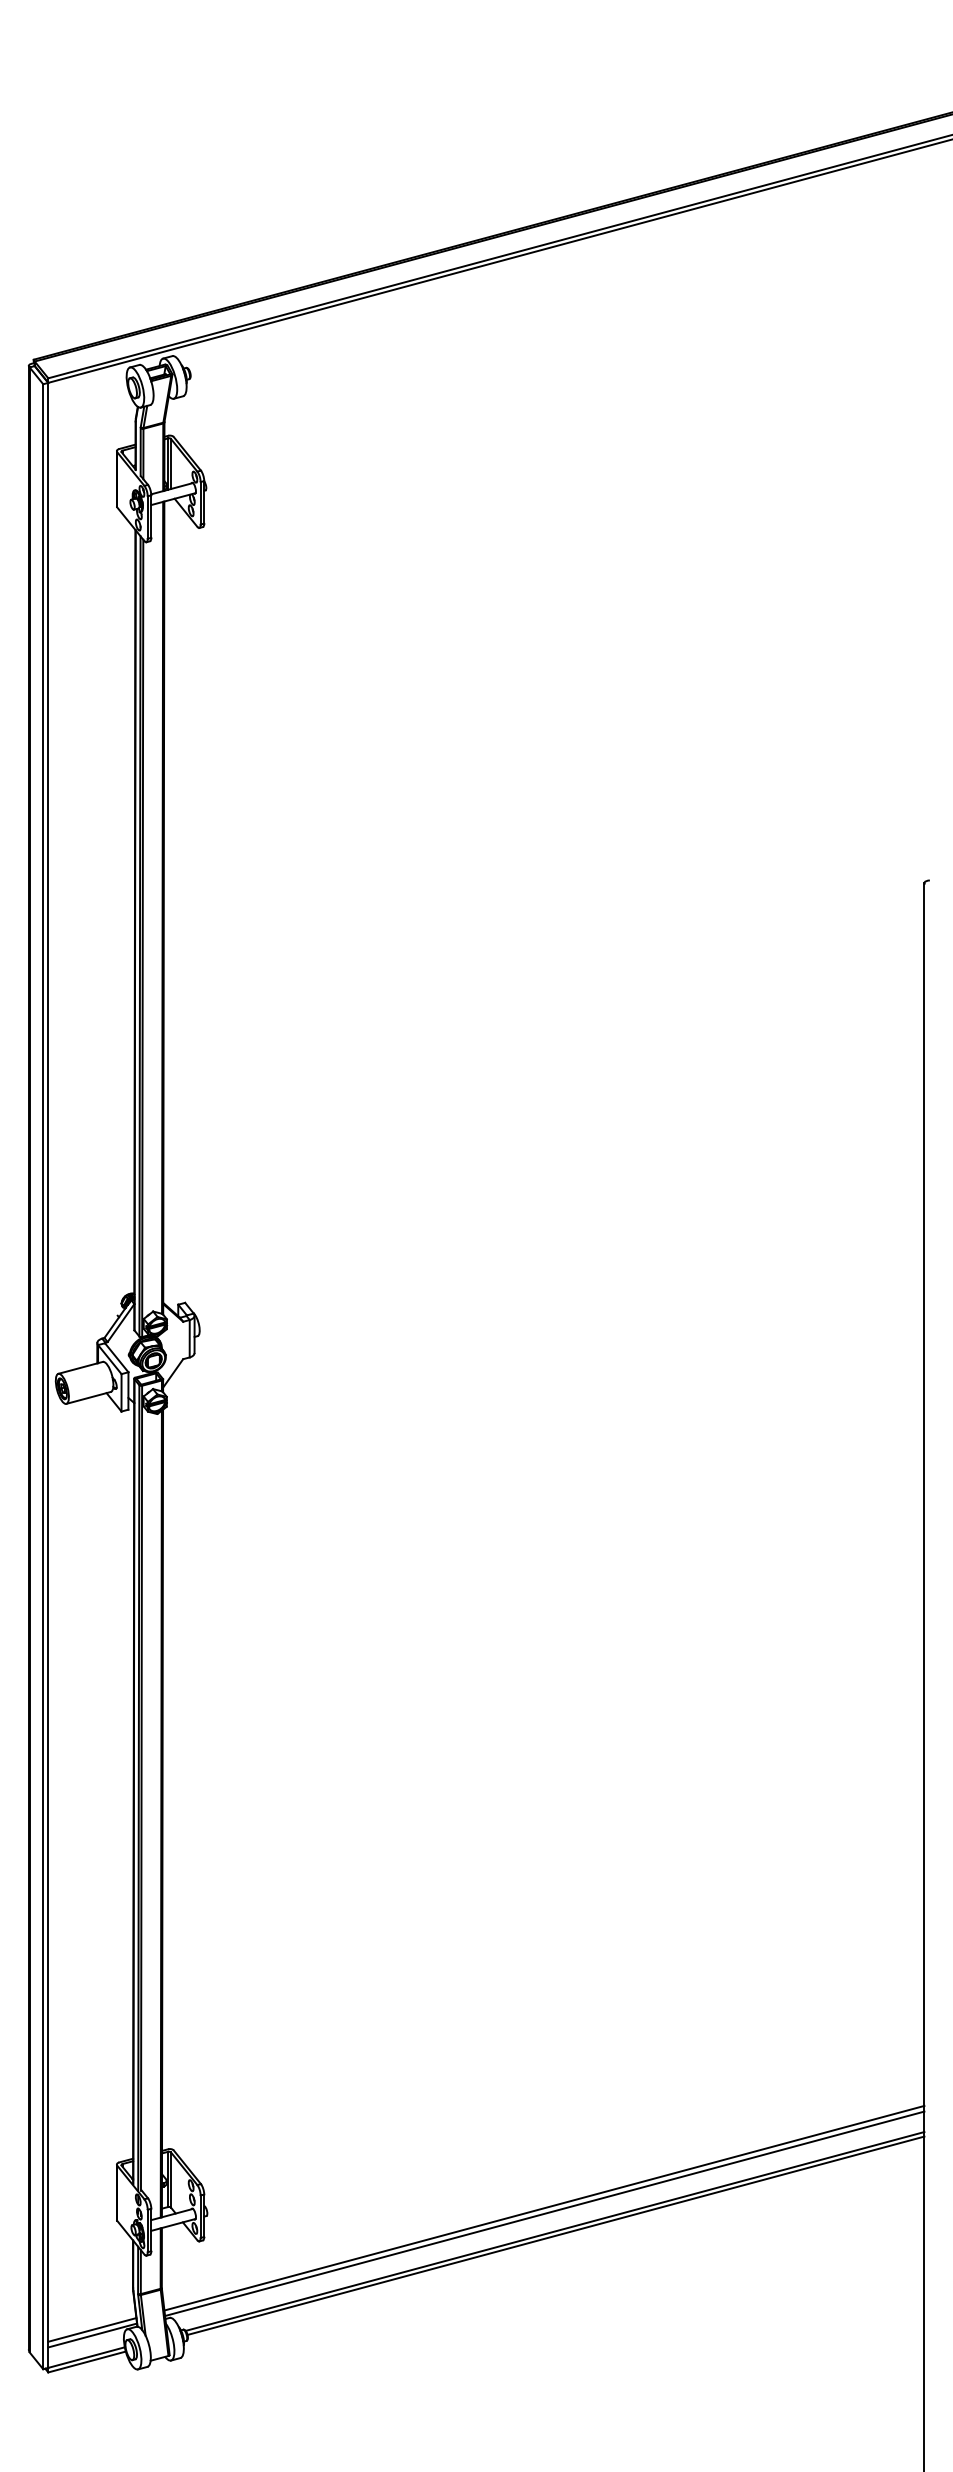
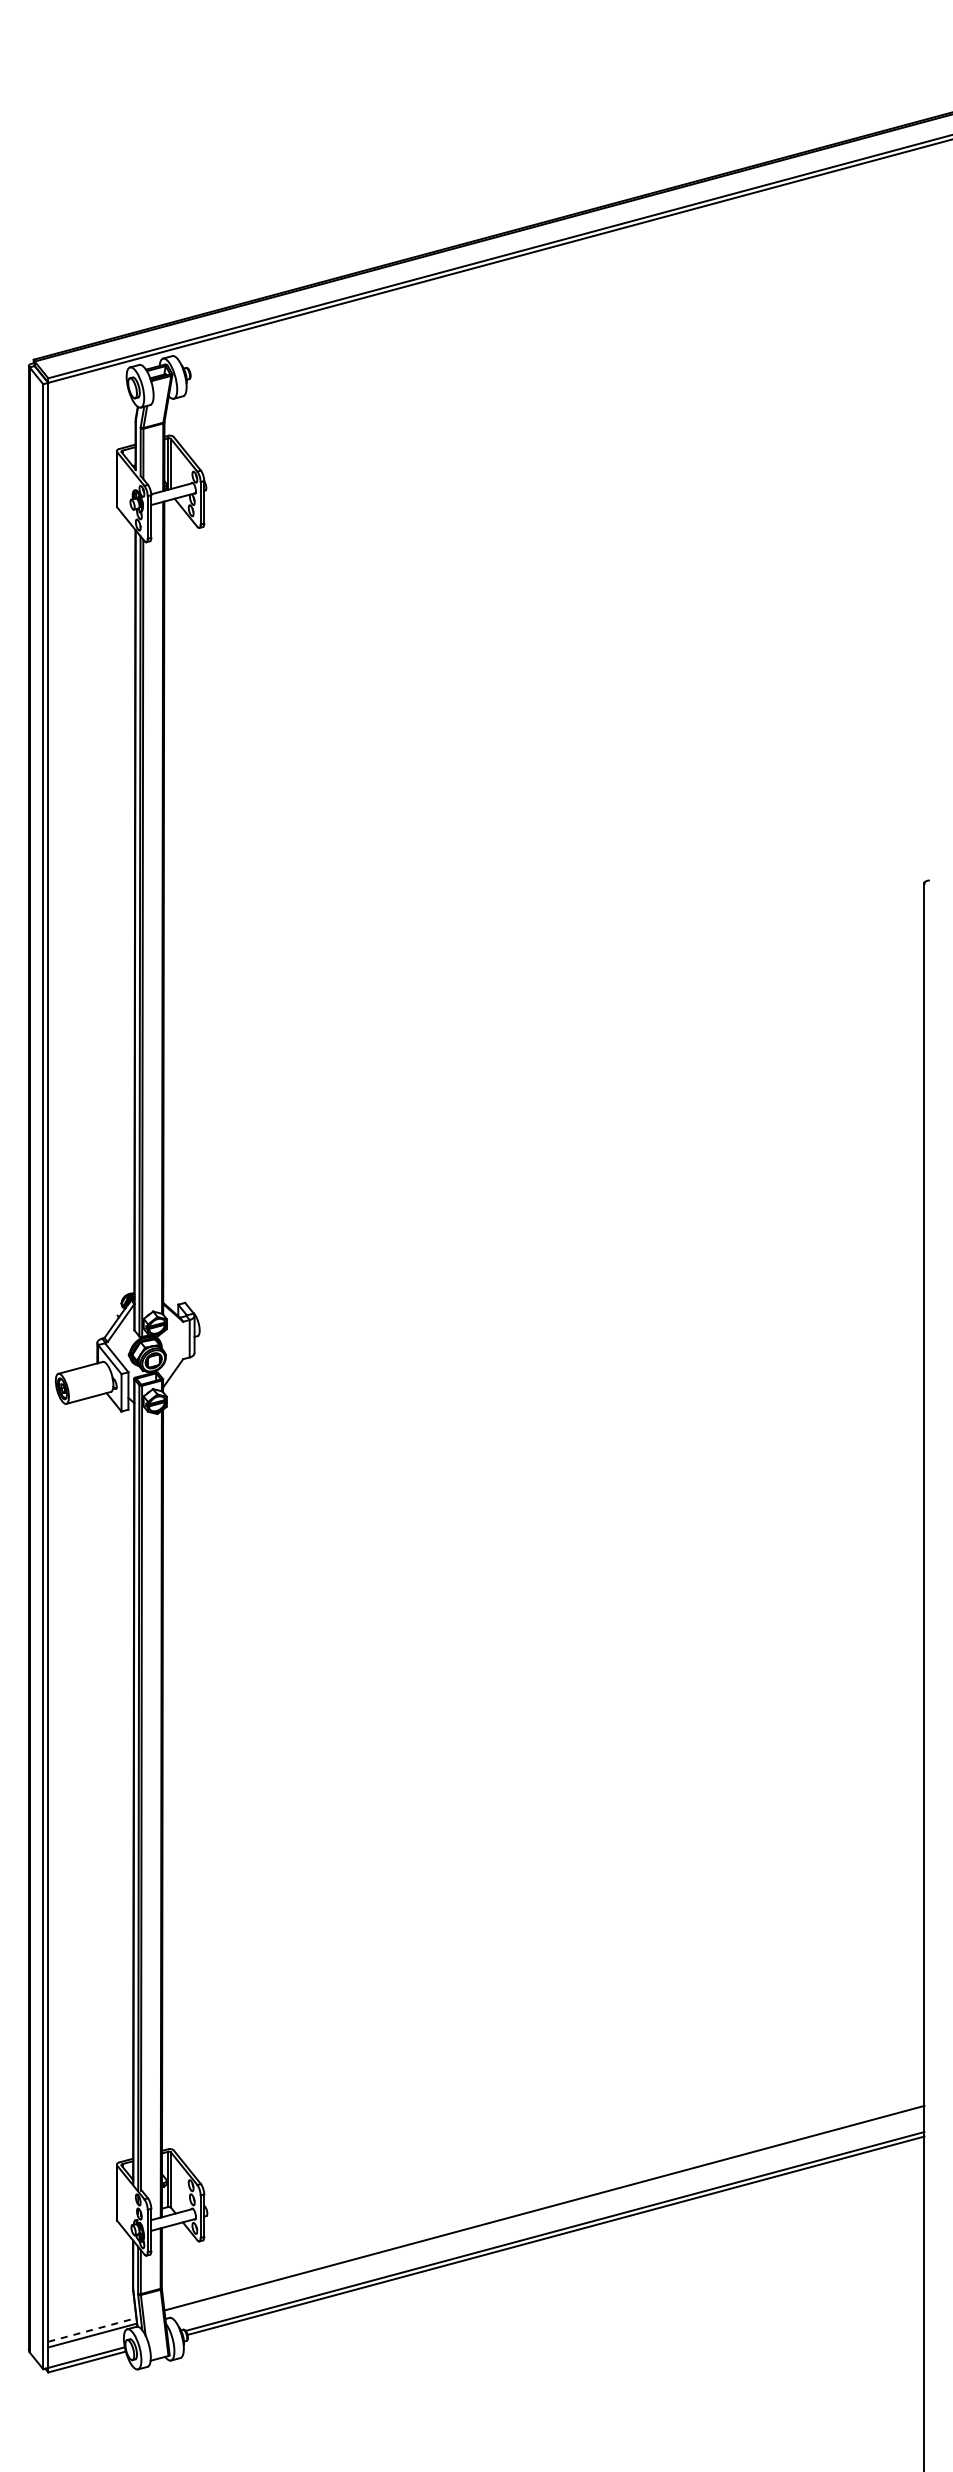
line at (544, 2213): present -> none
line at (92, 2329): solid -> dashed
